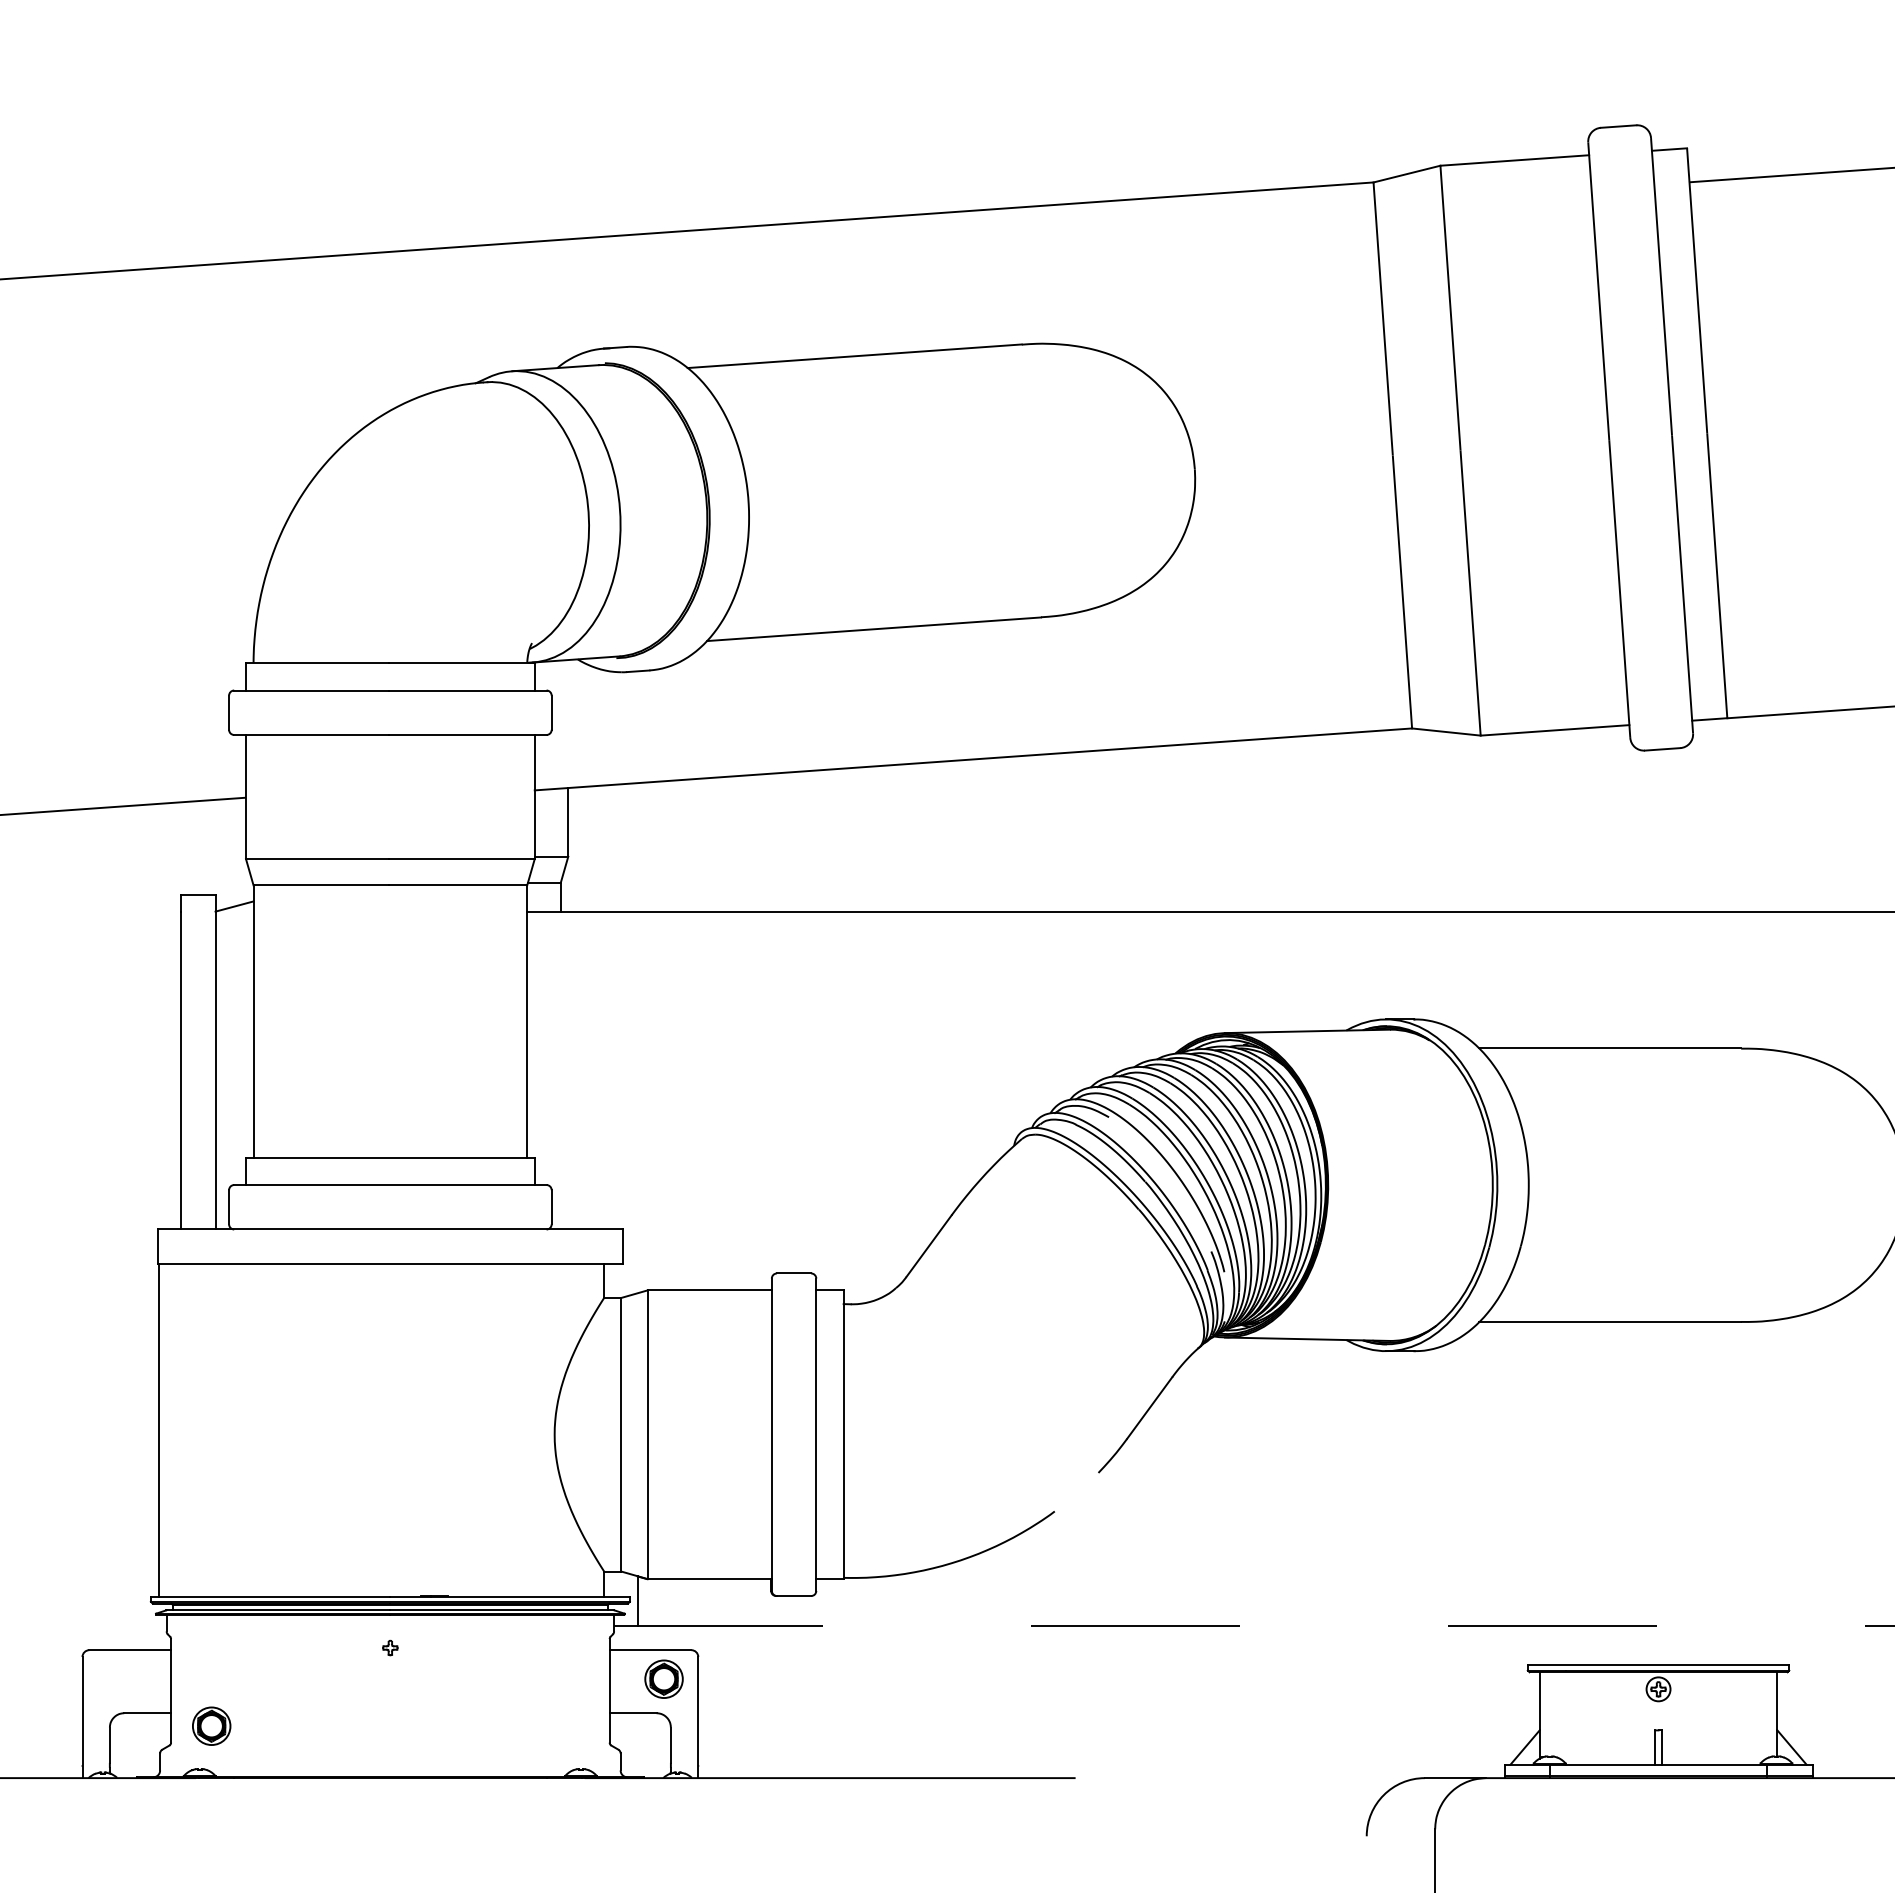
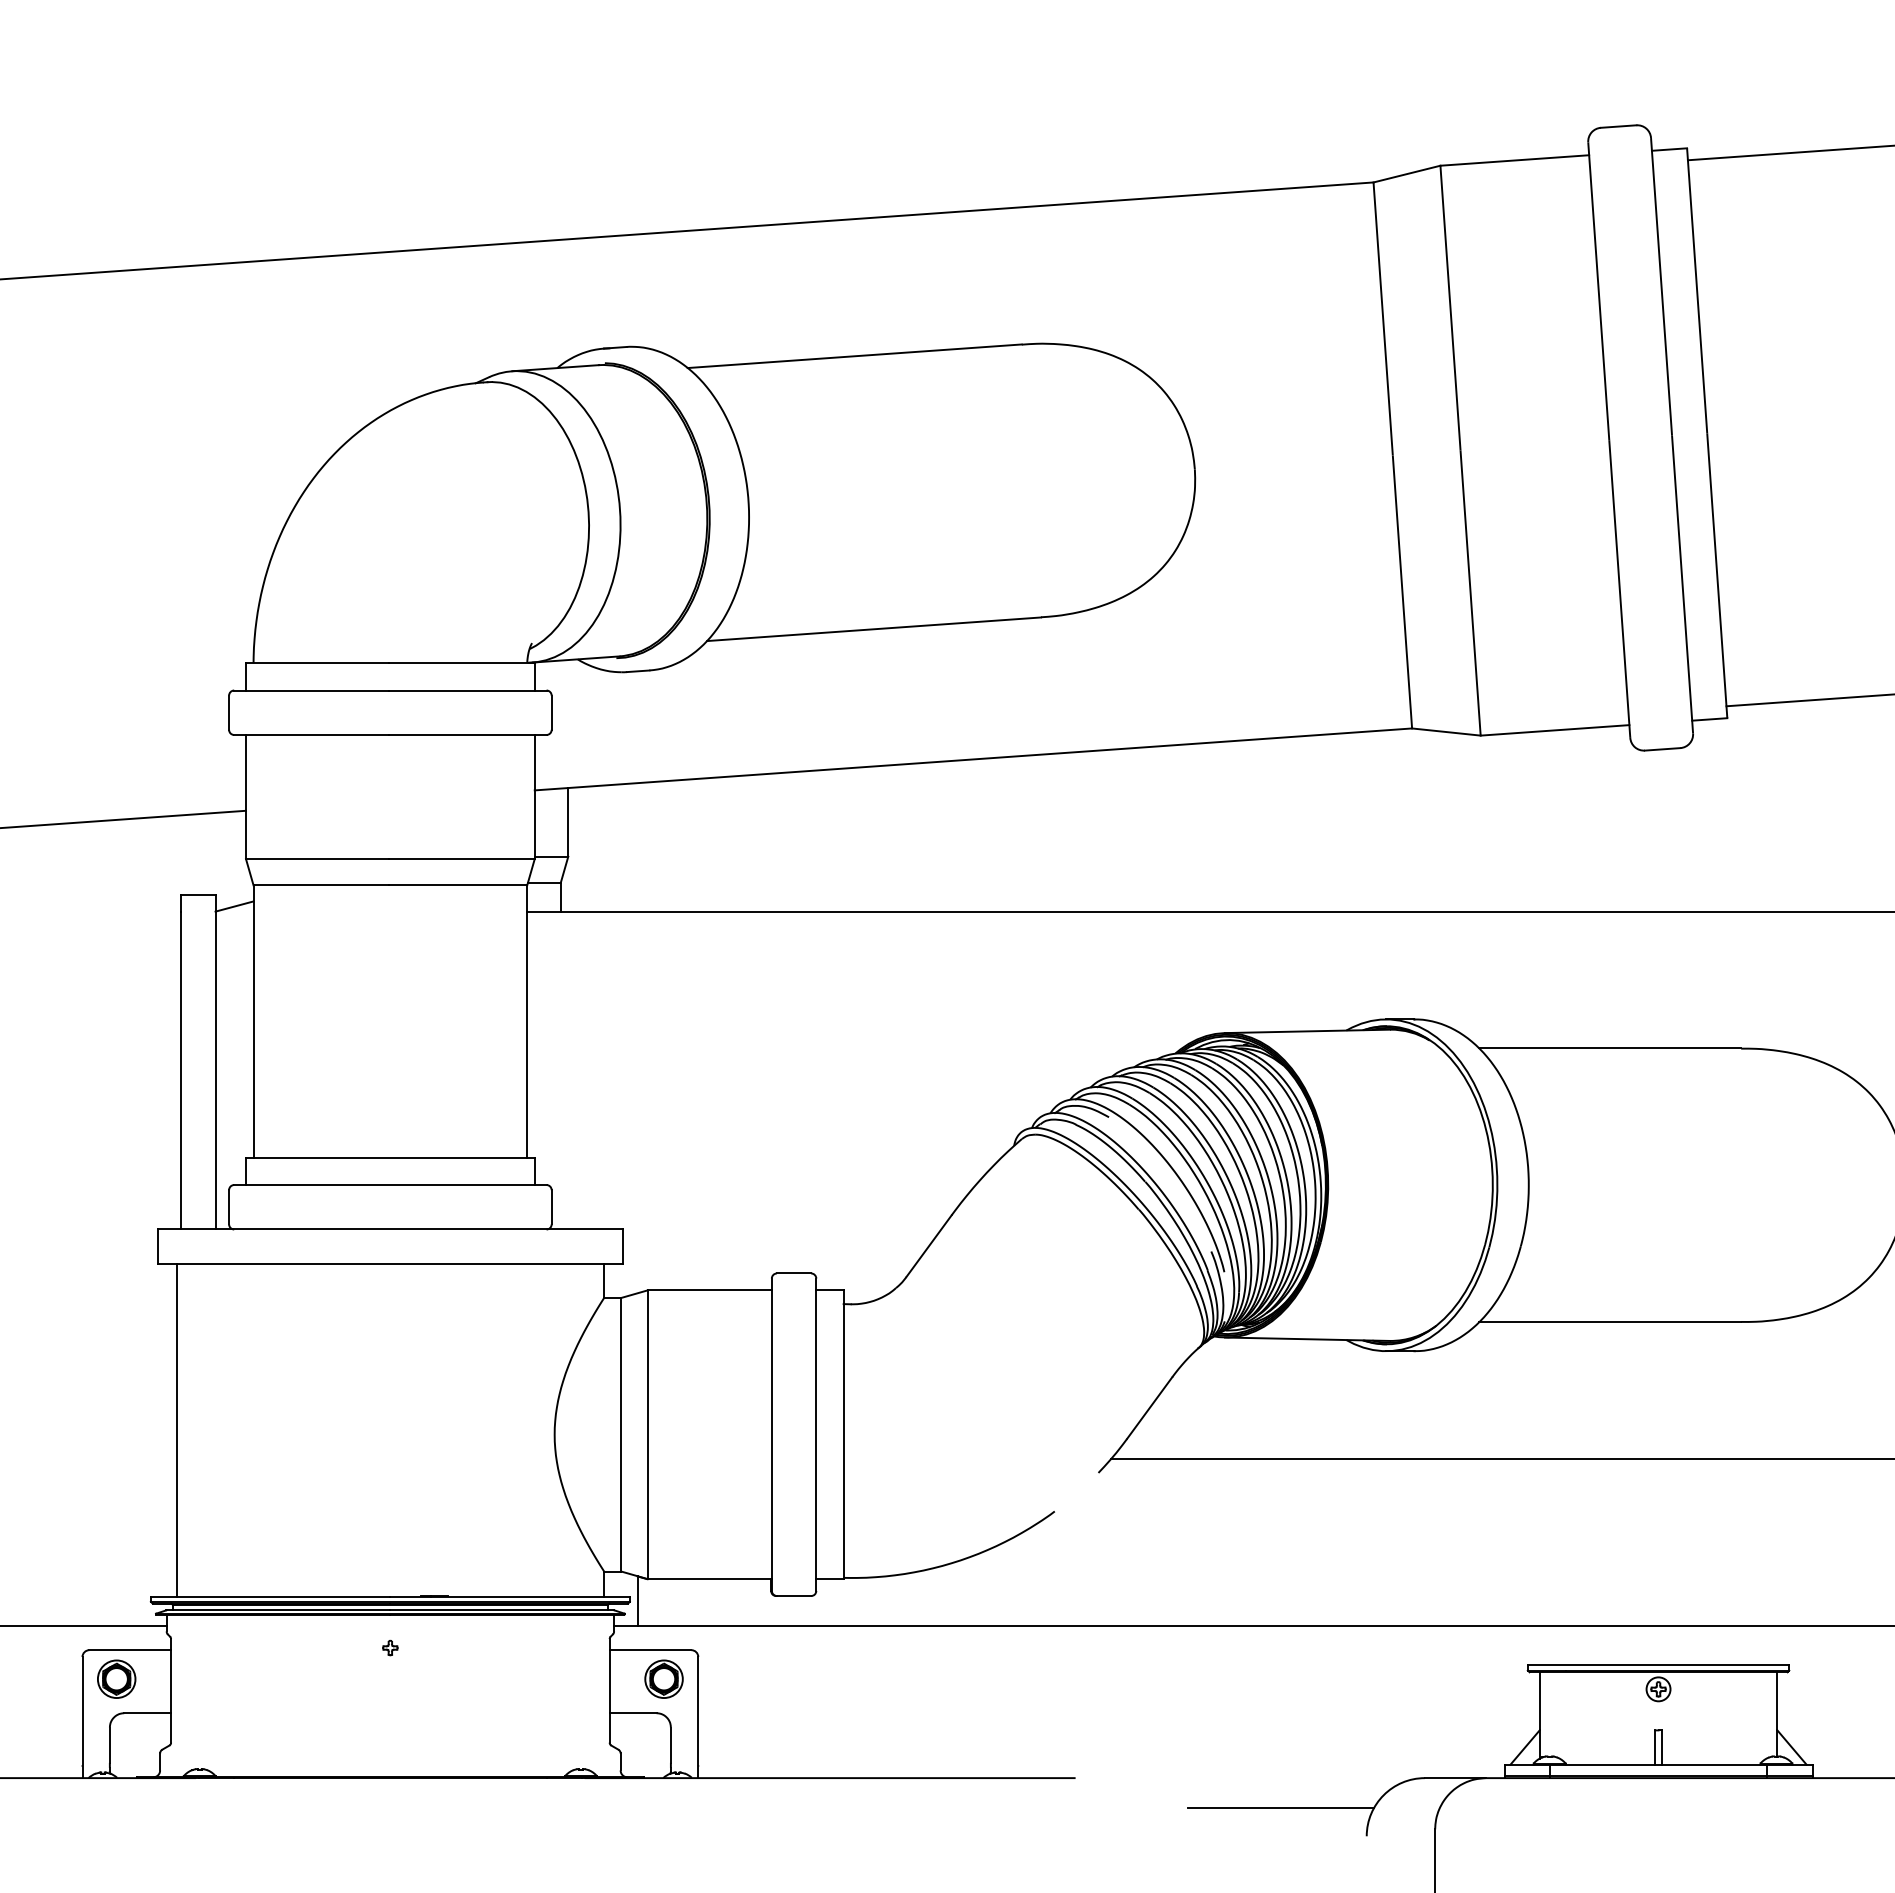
line at (1790, 175) position: (1790, 175) -> (1789, 152)
line at (1809, 712) position: (1809, 712) -> (1808, 700)
line at (123, 805) position: (123, 805) -> (124, 818)
line at (158, 1429) position: (158, 1429) -> (176, 1429)
line at (1501, 1458): none -> present
line at (84, 1626): none -> present
line at (1255, 1626): dashed -> solid
part at (211, 1725) position: (211, 1725) -> (116, 1678)
line at (1280, 1807): none -> present
